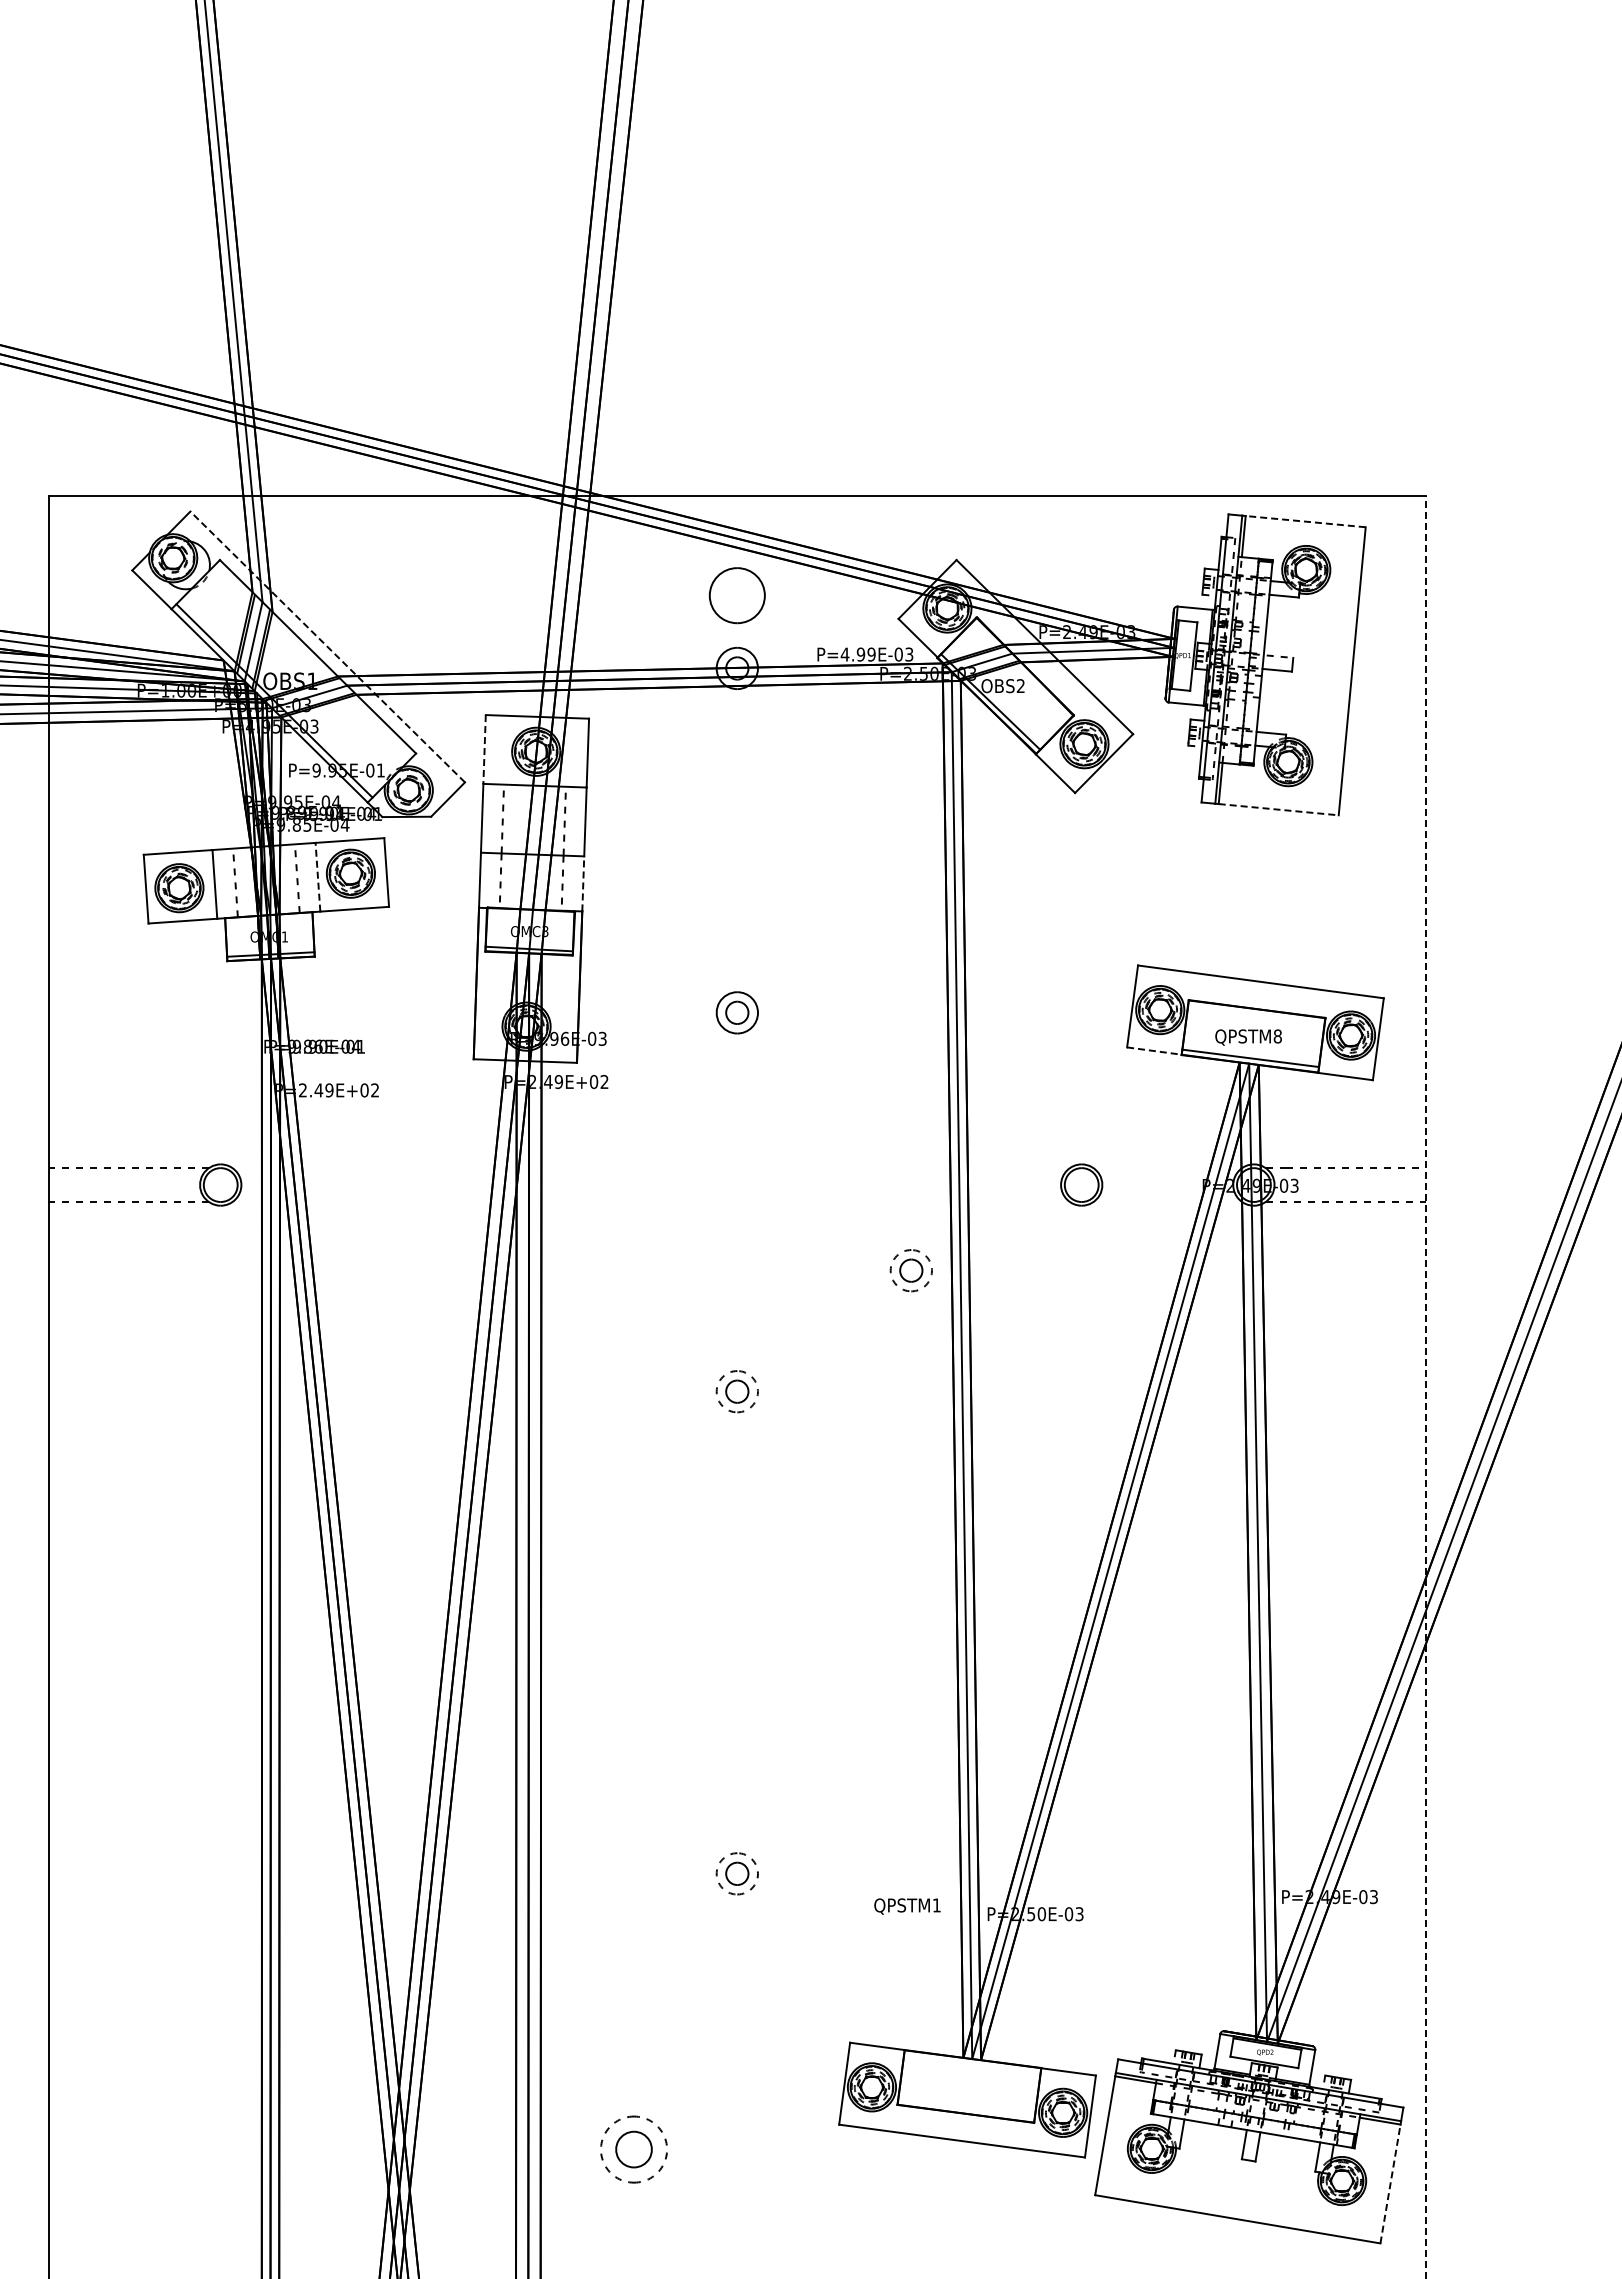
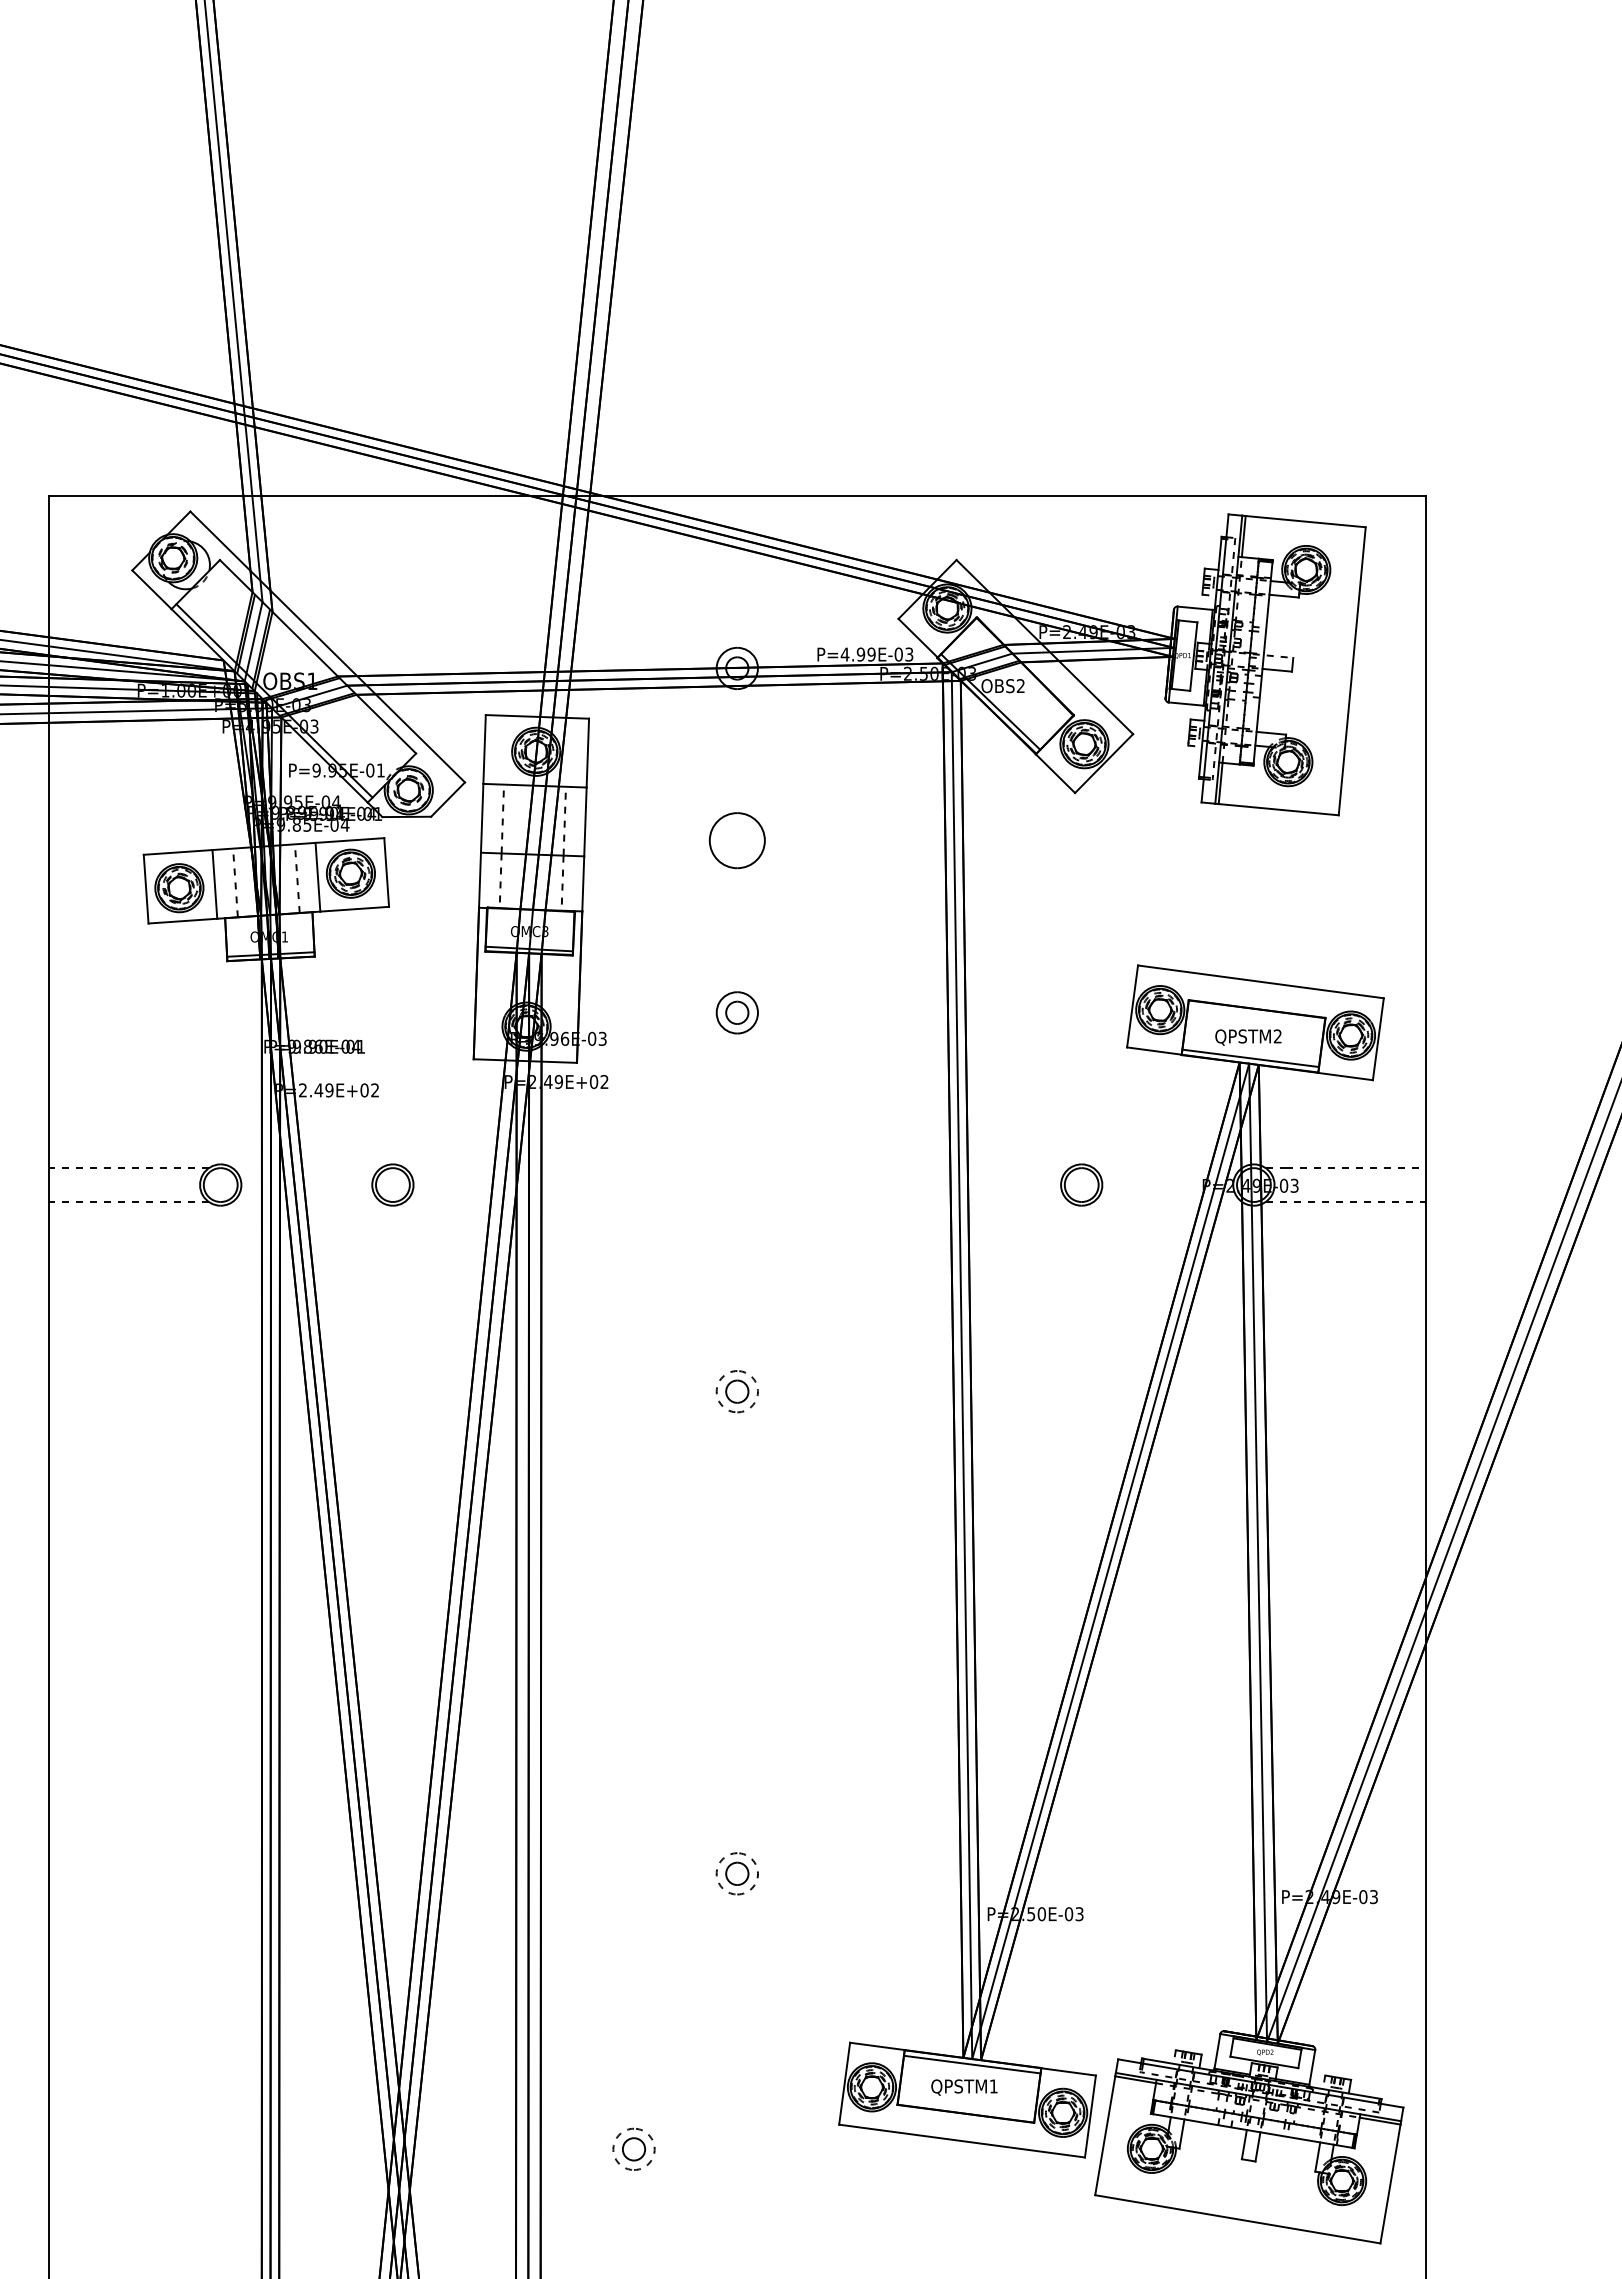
line at (1305, 521): dashed -> solid
part at (736, 595) position: (736, 595) -> (736, 840)
line at (327, 646): dashed -> solid
line at (484, 749): dashed -> solid
line at (1279, 809): dashed -> solid
line at (317, 876): dashed -> solid
line at (583, 883): dashed -> solid
text at (1277, 1036): QPSTM8 -> QPSTM2
line at (1154, 1051): dashed -> solid
part at (392, 1184): none -> present
part at (910, 1270): present -> none
line at (1426, 1387): dashed -> solid
text at (907, 1906) position: (907, 1906) -> (964, 2087)
line at (972, 2064): none -> present
part at (633, 2149) size: 68x69 px -> 44x44 px
line at (1390, 2183): dashed -> solid
